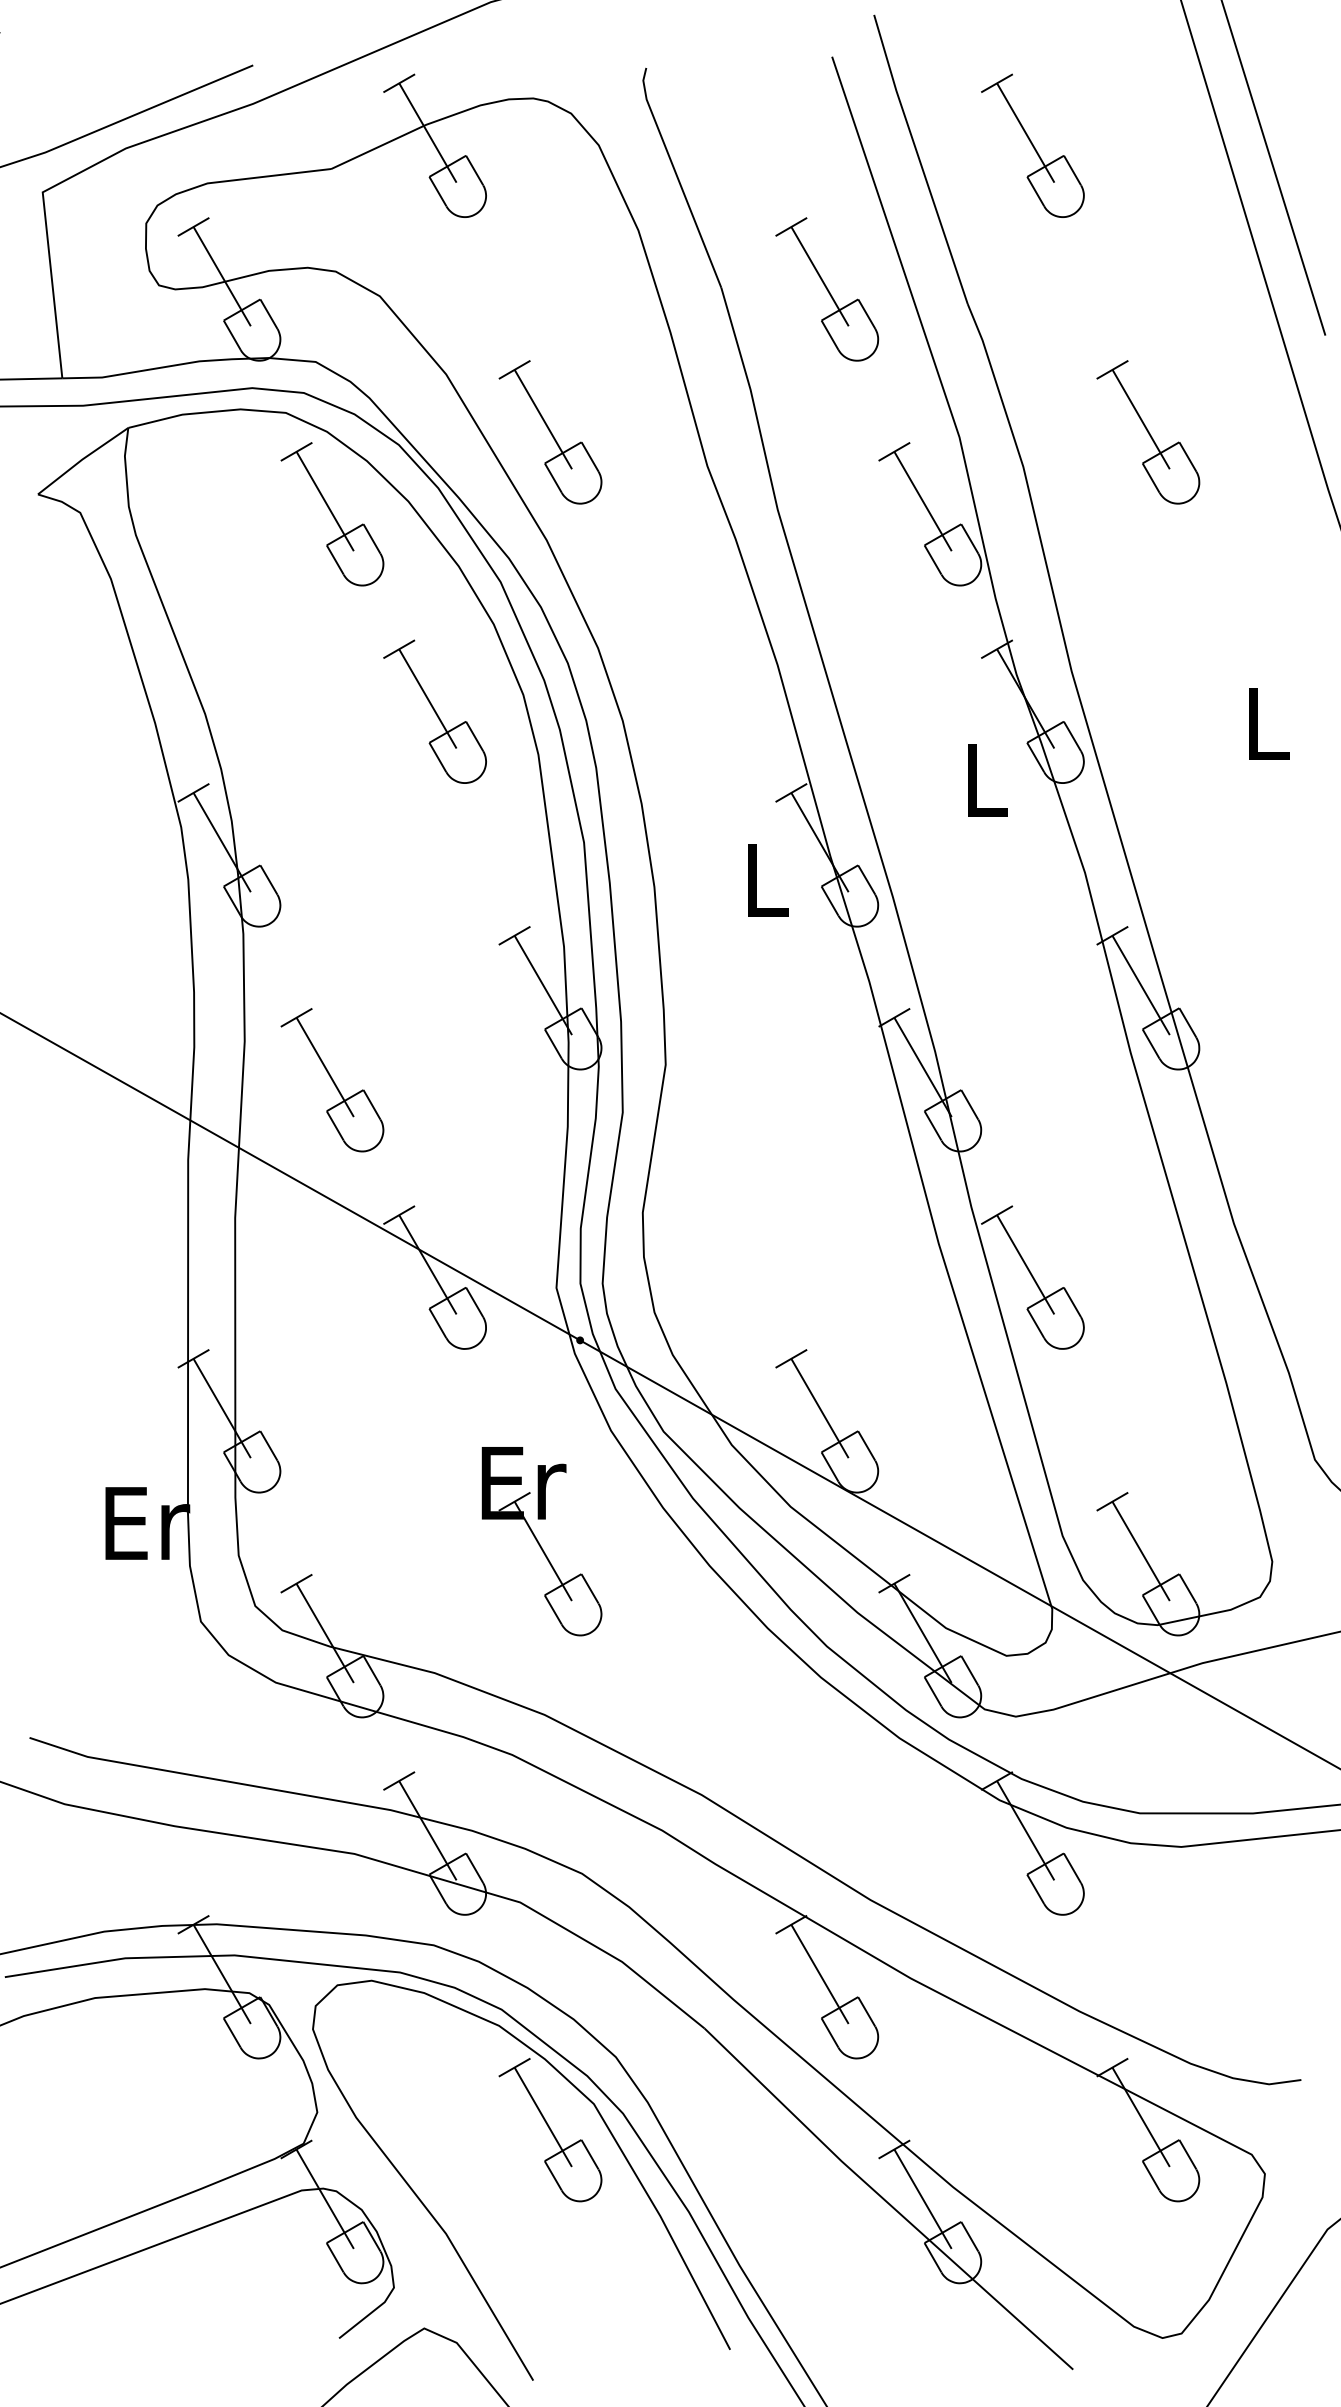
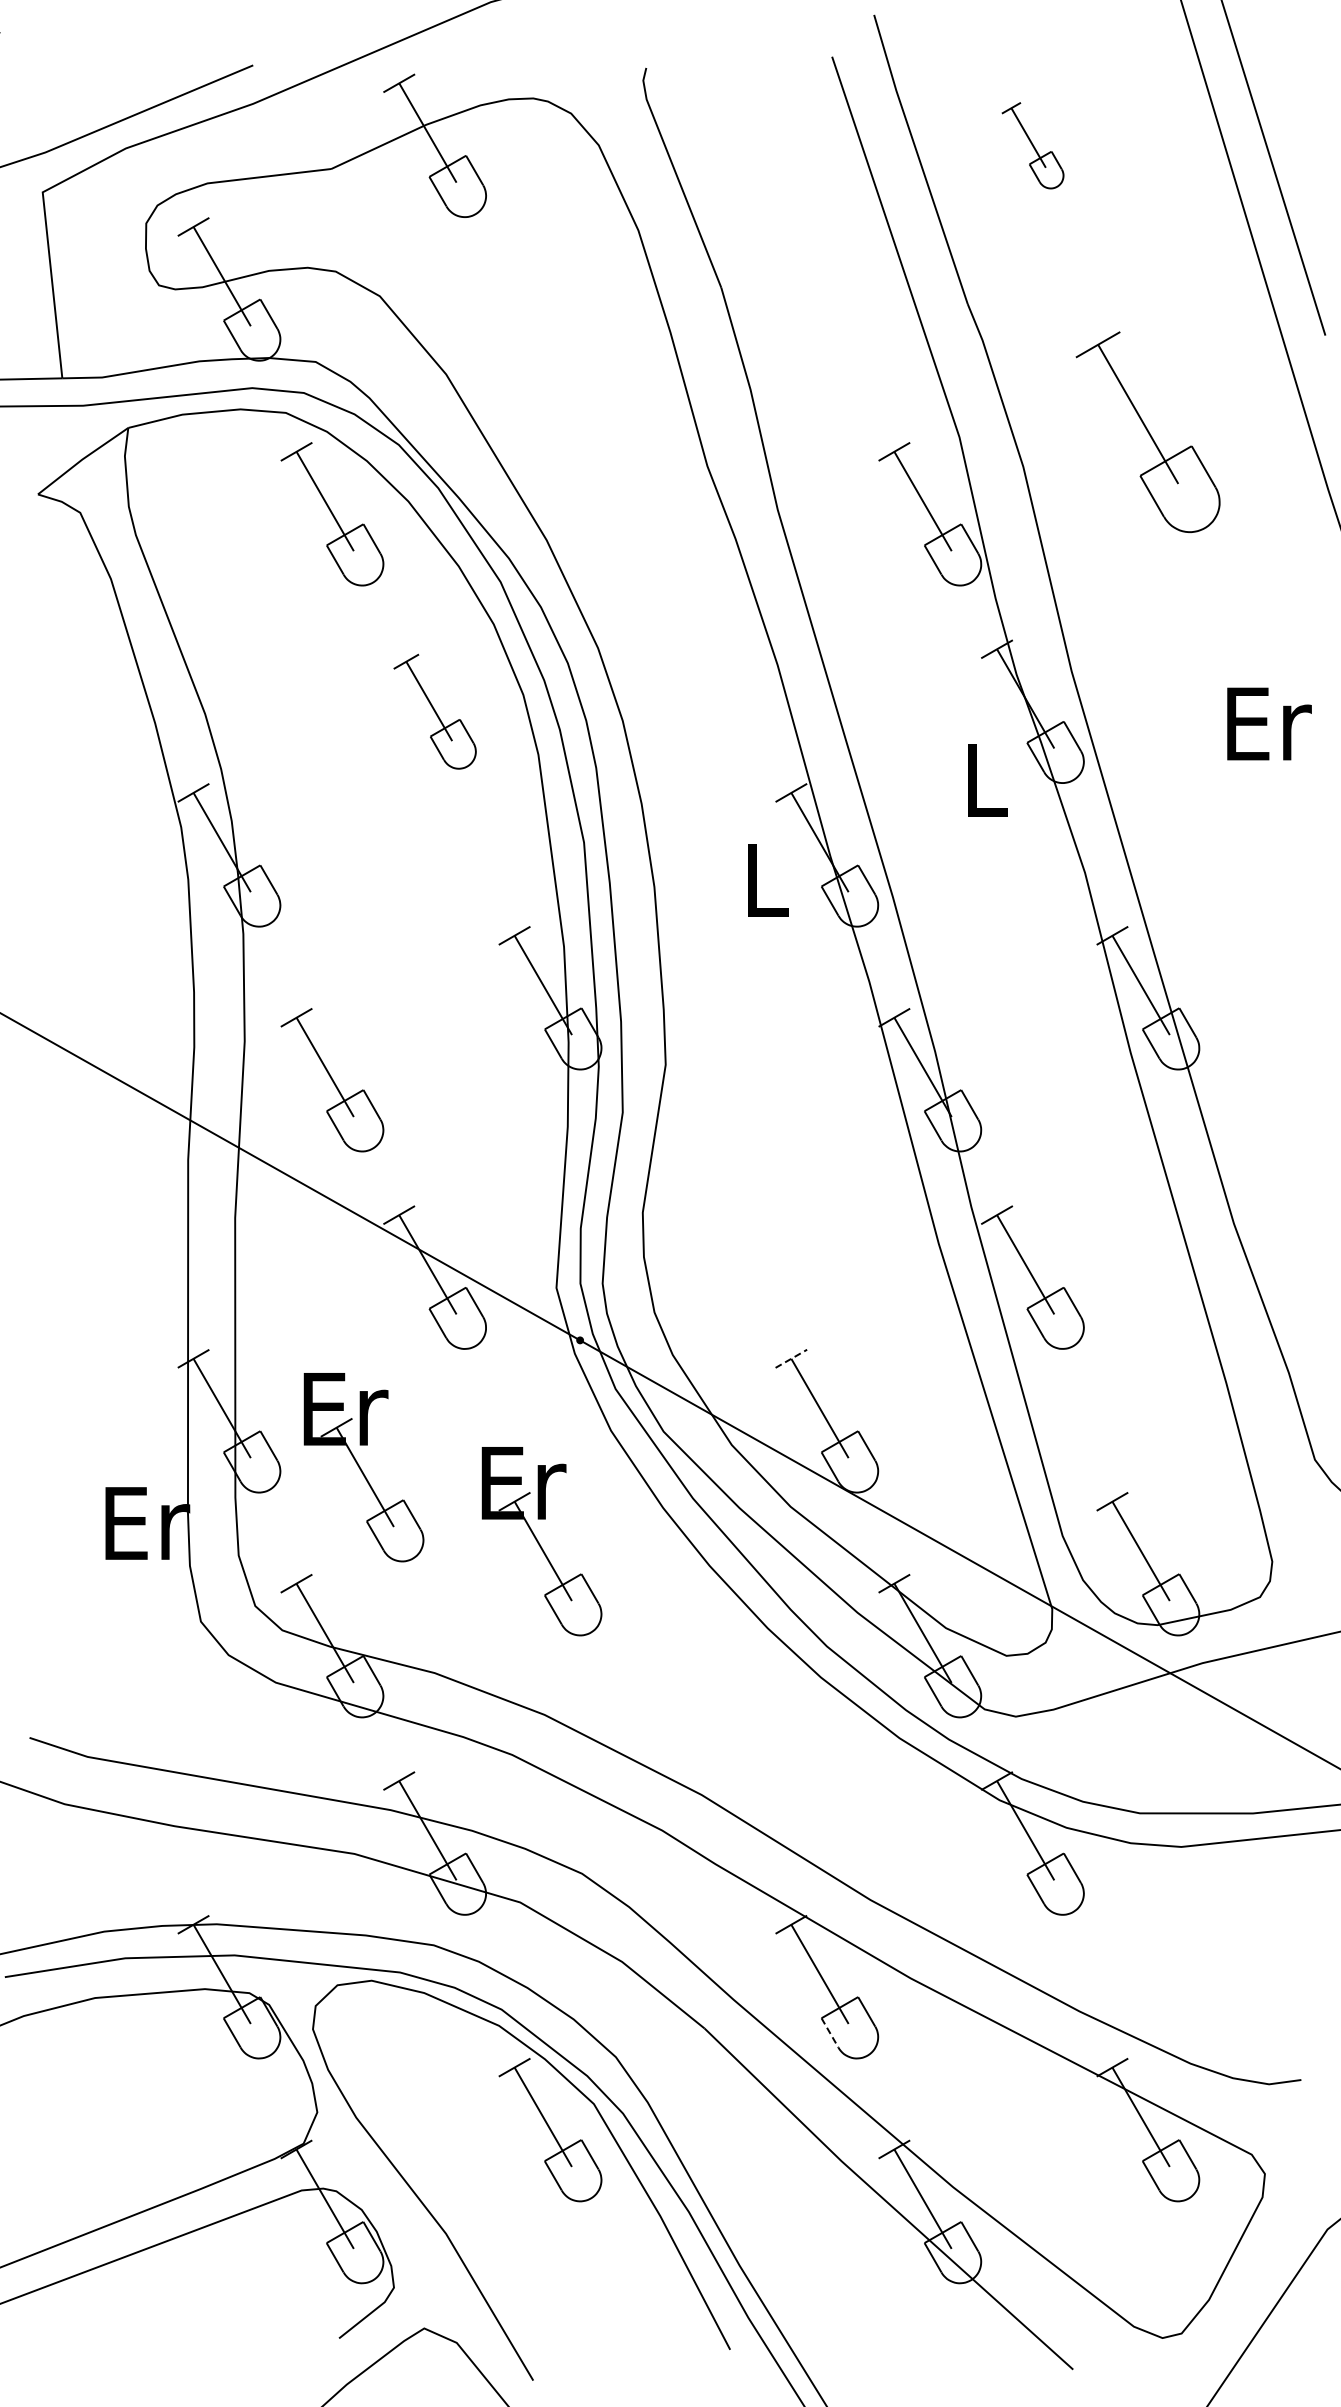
part at (1032, 145) size: 104x145 px -> 64x88 px
part at (827, 289): present -> none
part at (550, 432): present -> none
part at (1148, 432) size: 105x145 px -> 146x202 px
part at (434, 711) size: 104x145 px -> 84x117 px
text at (1269, 723): L -> Er
line at (791, 1358): solid -> dashed
part at (363, 1467): none -> present
line at (830, 2032): solid -> dashed
